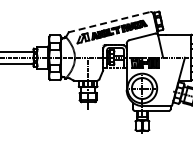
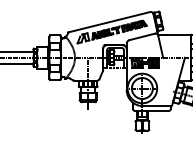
line at (109, 22): dashed -> solid
